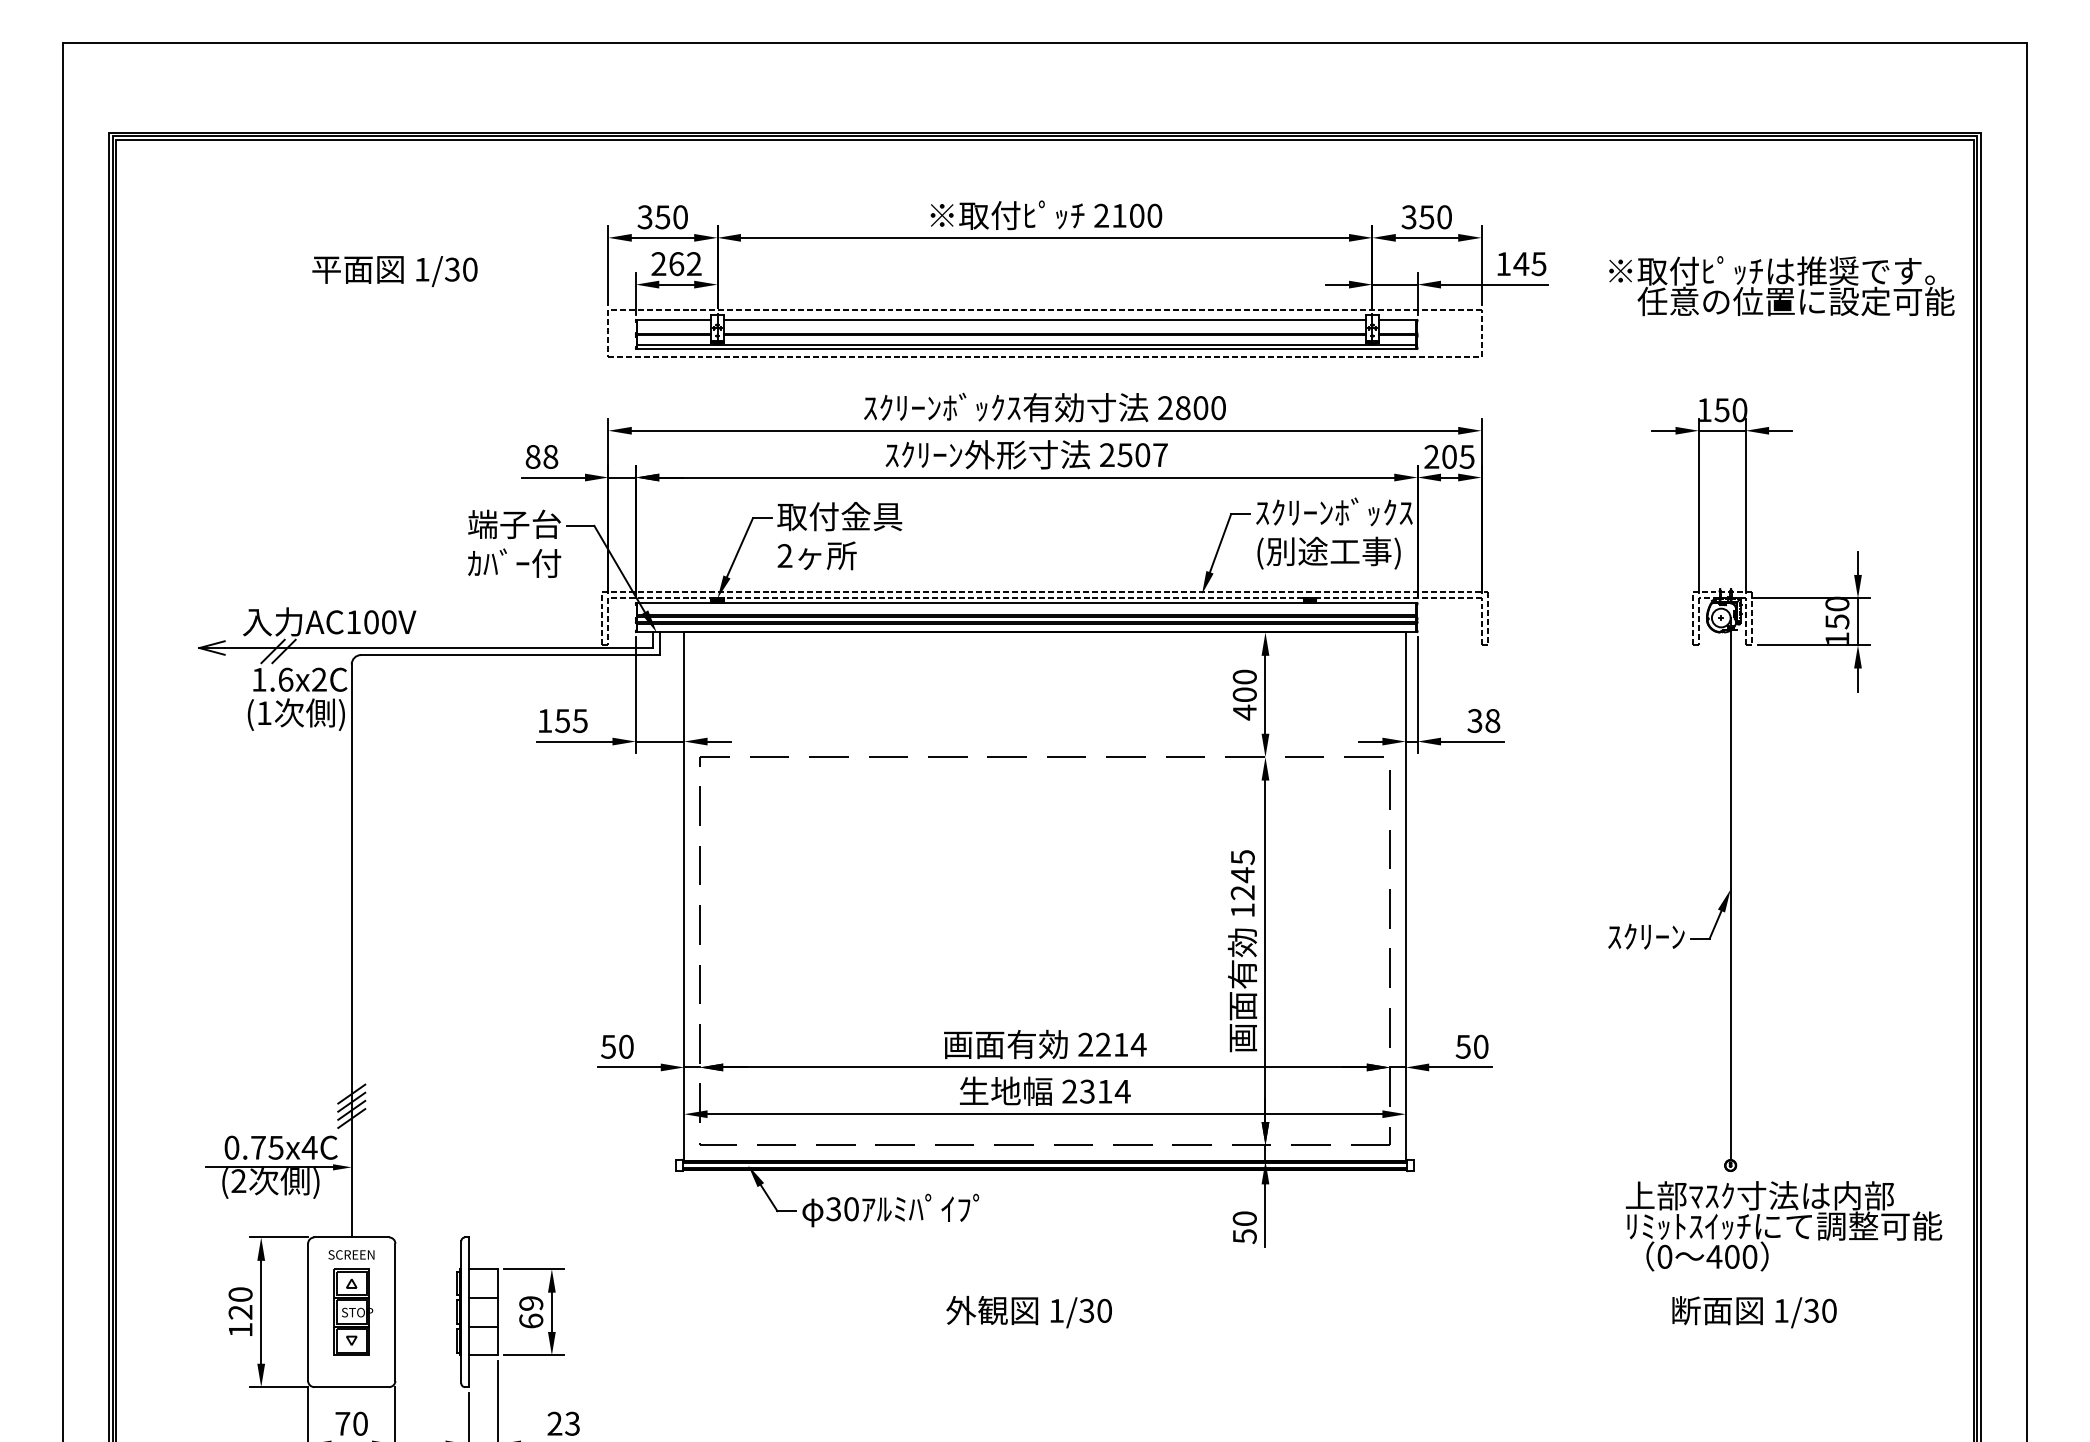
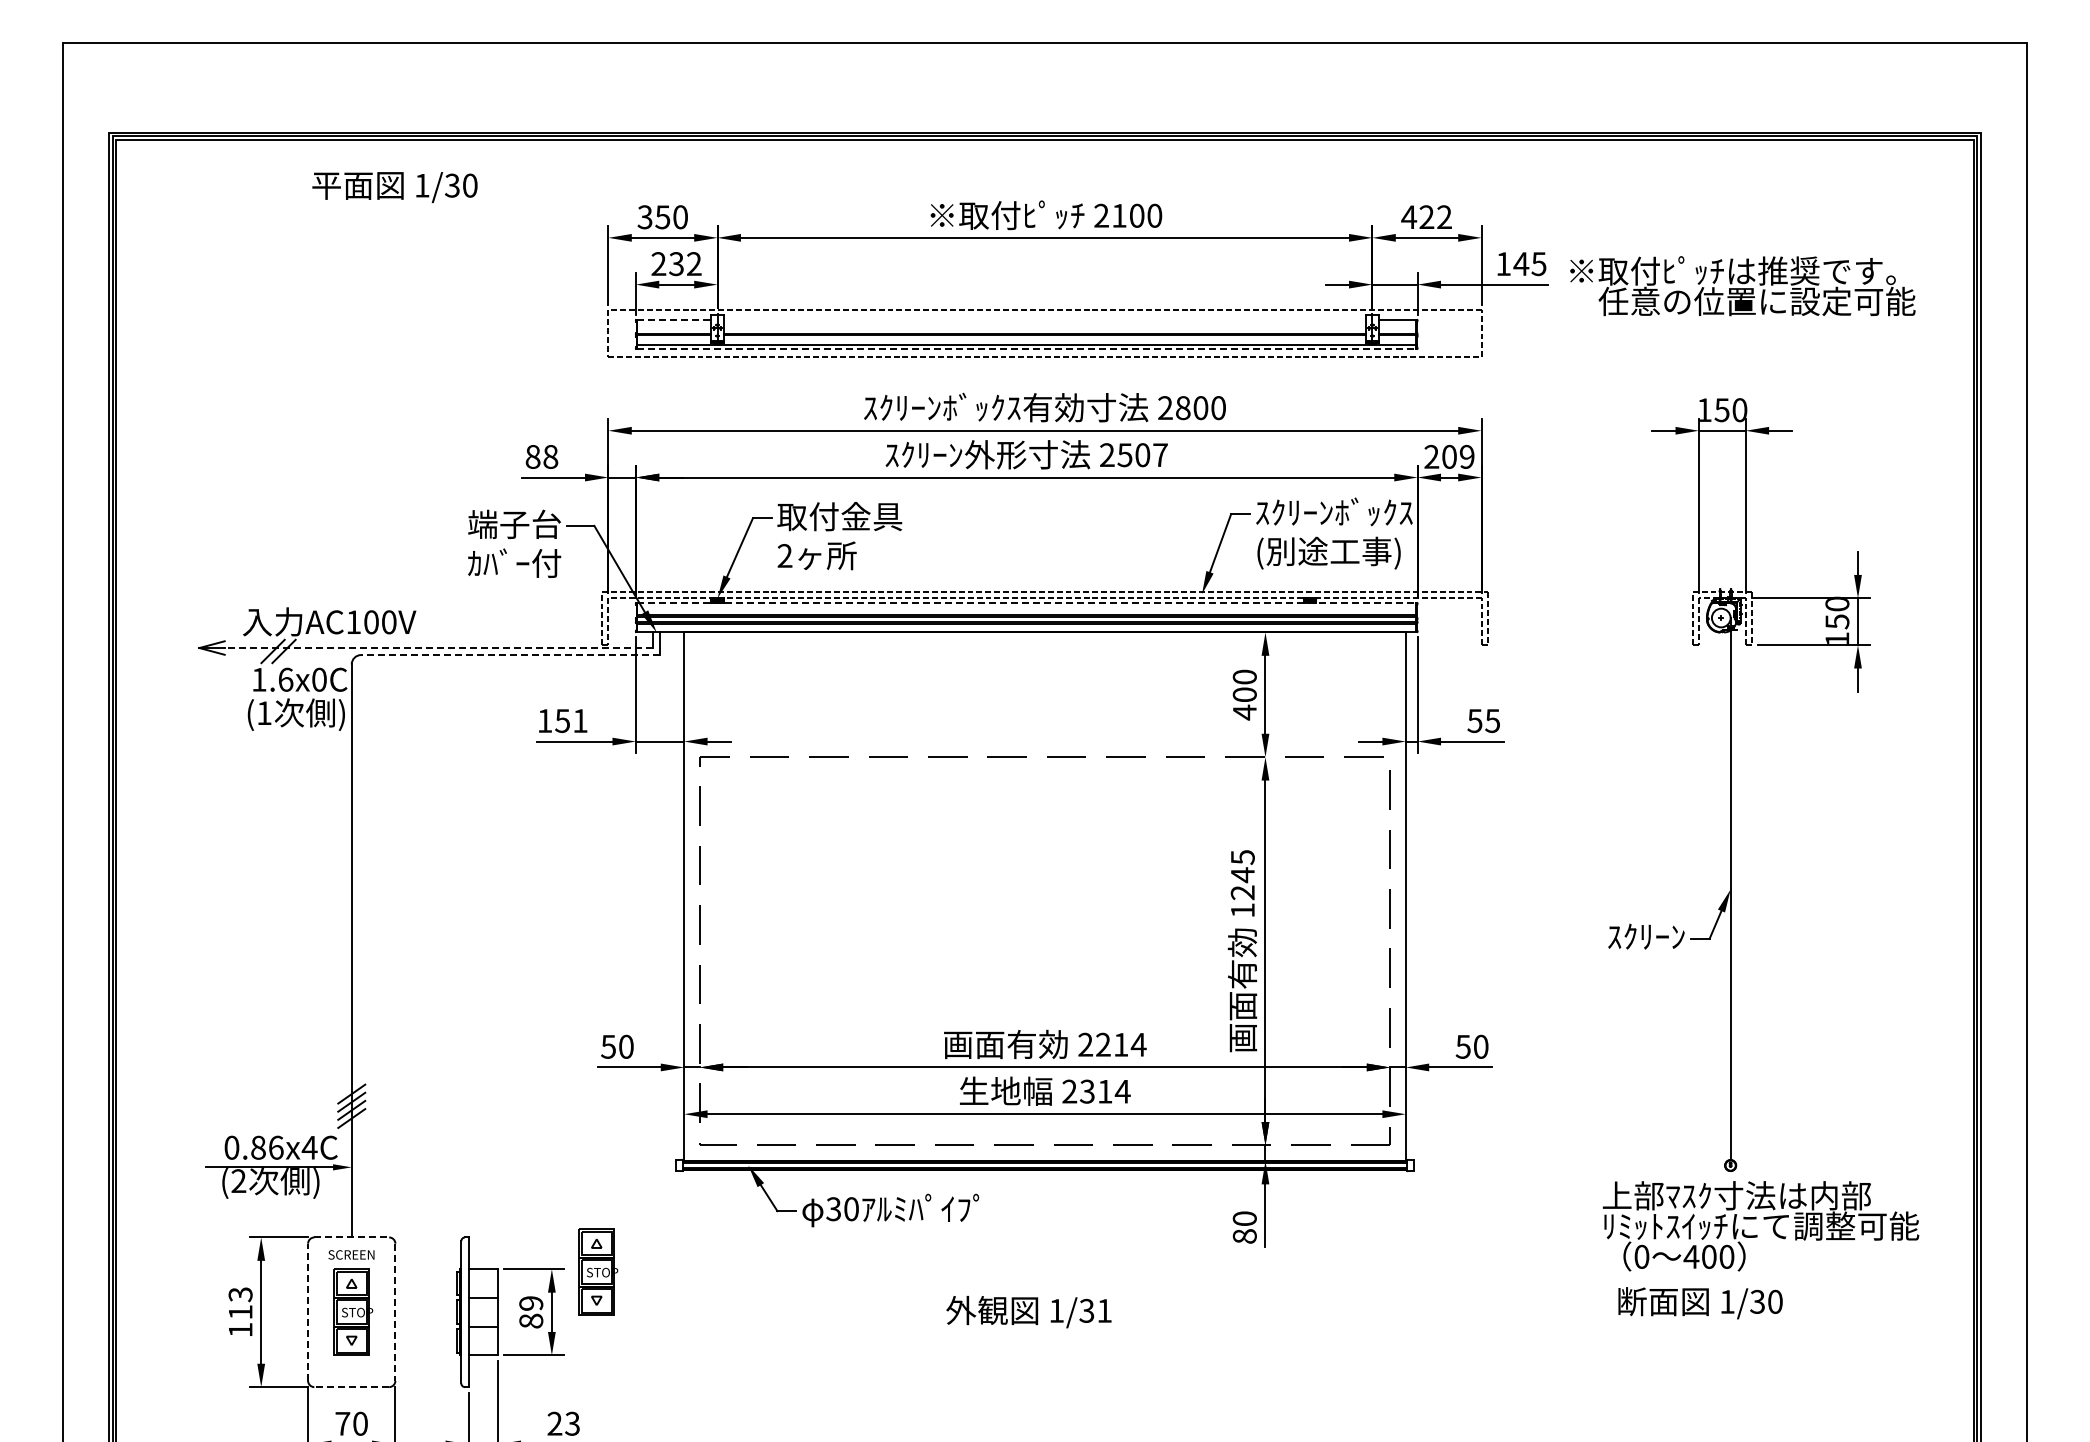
text at (1426, 217): 350 -> 422
text at (676, 264): 262 -> 232
text at (394, 271) position: (394, 271) -> (394, 187)
text at (1781, 286) position: (1781, 286) -> (1742, 286)
line at (674, 319): solid -> dashed
line at (1044, 319): present -> none
line at (1027, 349): solid -> dashed
text at (1466, 456): 205 -> 209
line at (1027, 602): solid -> dashed
line at (438, 648): solid -> dashed
line at (510, 655): solid -> dashed
text at (319, 679): 1.6x2C -> 1.6x0C
text at (1483, 720): 38 -> 55
text at (579, 721): 155 -> 151
text at (267, 1147): 0.75x4C -> 0.86x4C
text at (1784, 1226) position: (1784, 1226) -> (1761, 1226)
text at (1244, 1236): 50 -> 80
line at (352, 1237): solid -> dashed
part at (598, 1271): none -> present
text at (240, 1303): 120 -> 113
text at (1104, 1310): 1/30 -> 1/31
line at (308, 1312): solid -> dashed
line at (395, 1312): solid -> dashed
text at (1754, 1312) position: (1754, 1312) -> (1700, 1303)
text at (531, 1320): 69 -> 89
line at (351, 1387): solid -> dashed
